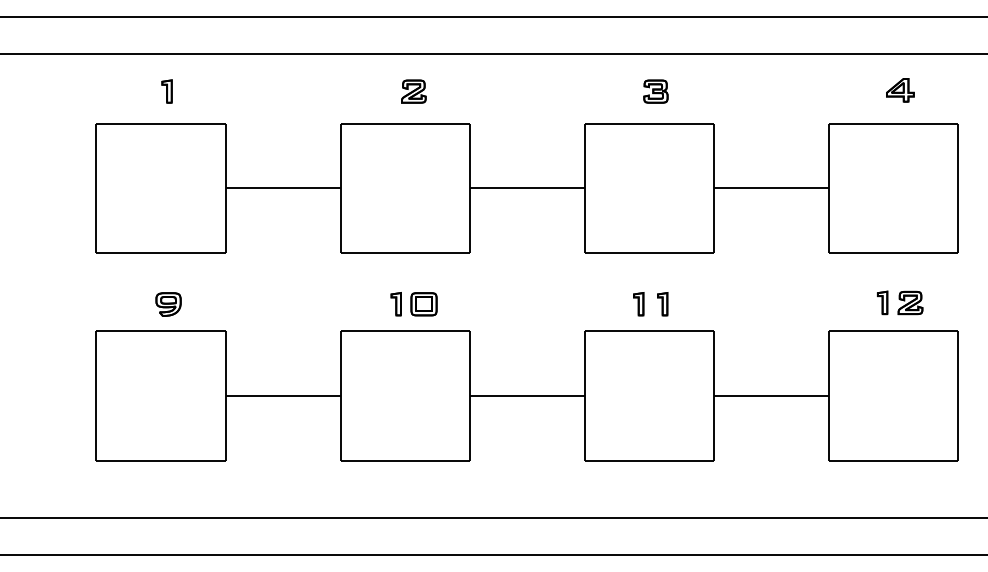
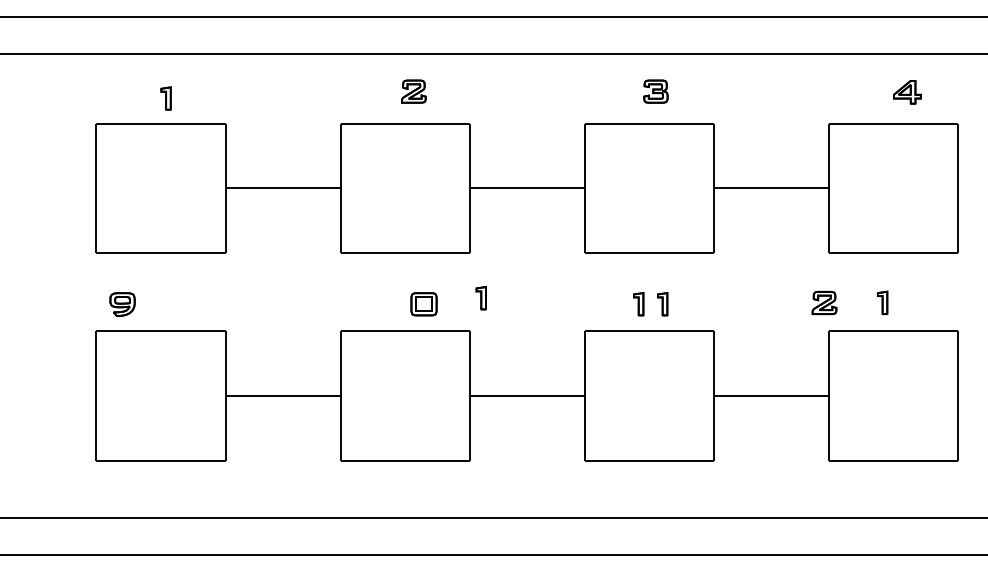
part at (900, 90) position: (900, 90) -> (907, 92)
part at (166, 91) position: (166, 91) -> (165, 98)
part at (910, 302) position: (910, 302) -> (824, 302)
part at (168, 304) position: (168, 304) -> (122, 304)
part at (395, 304) position: (395, 304) -> (480, 298)
